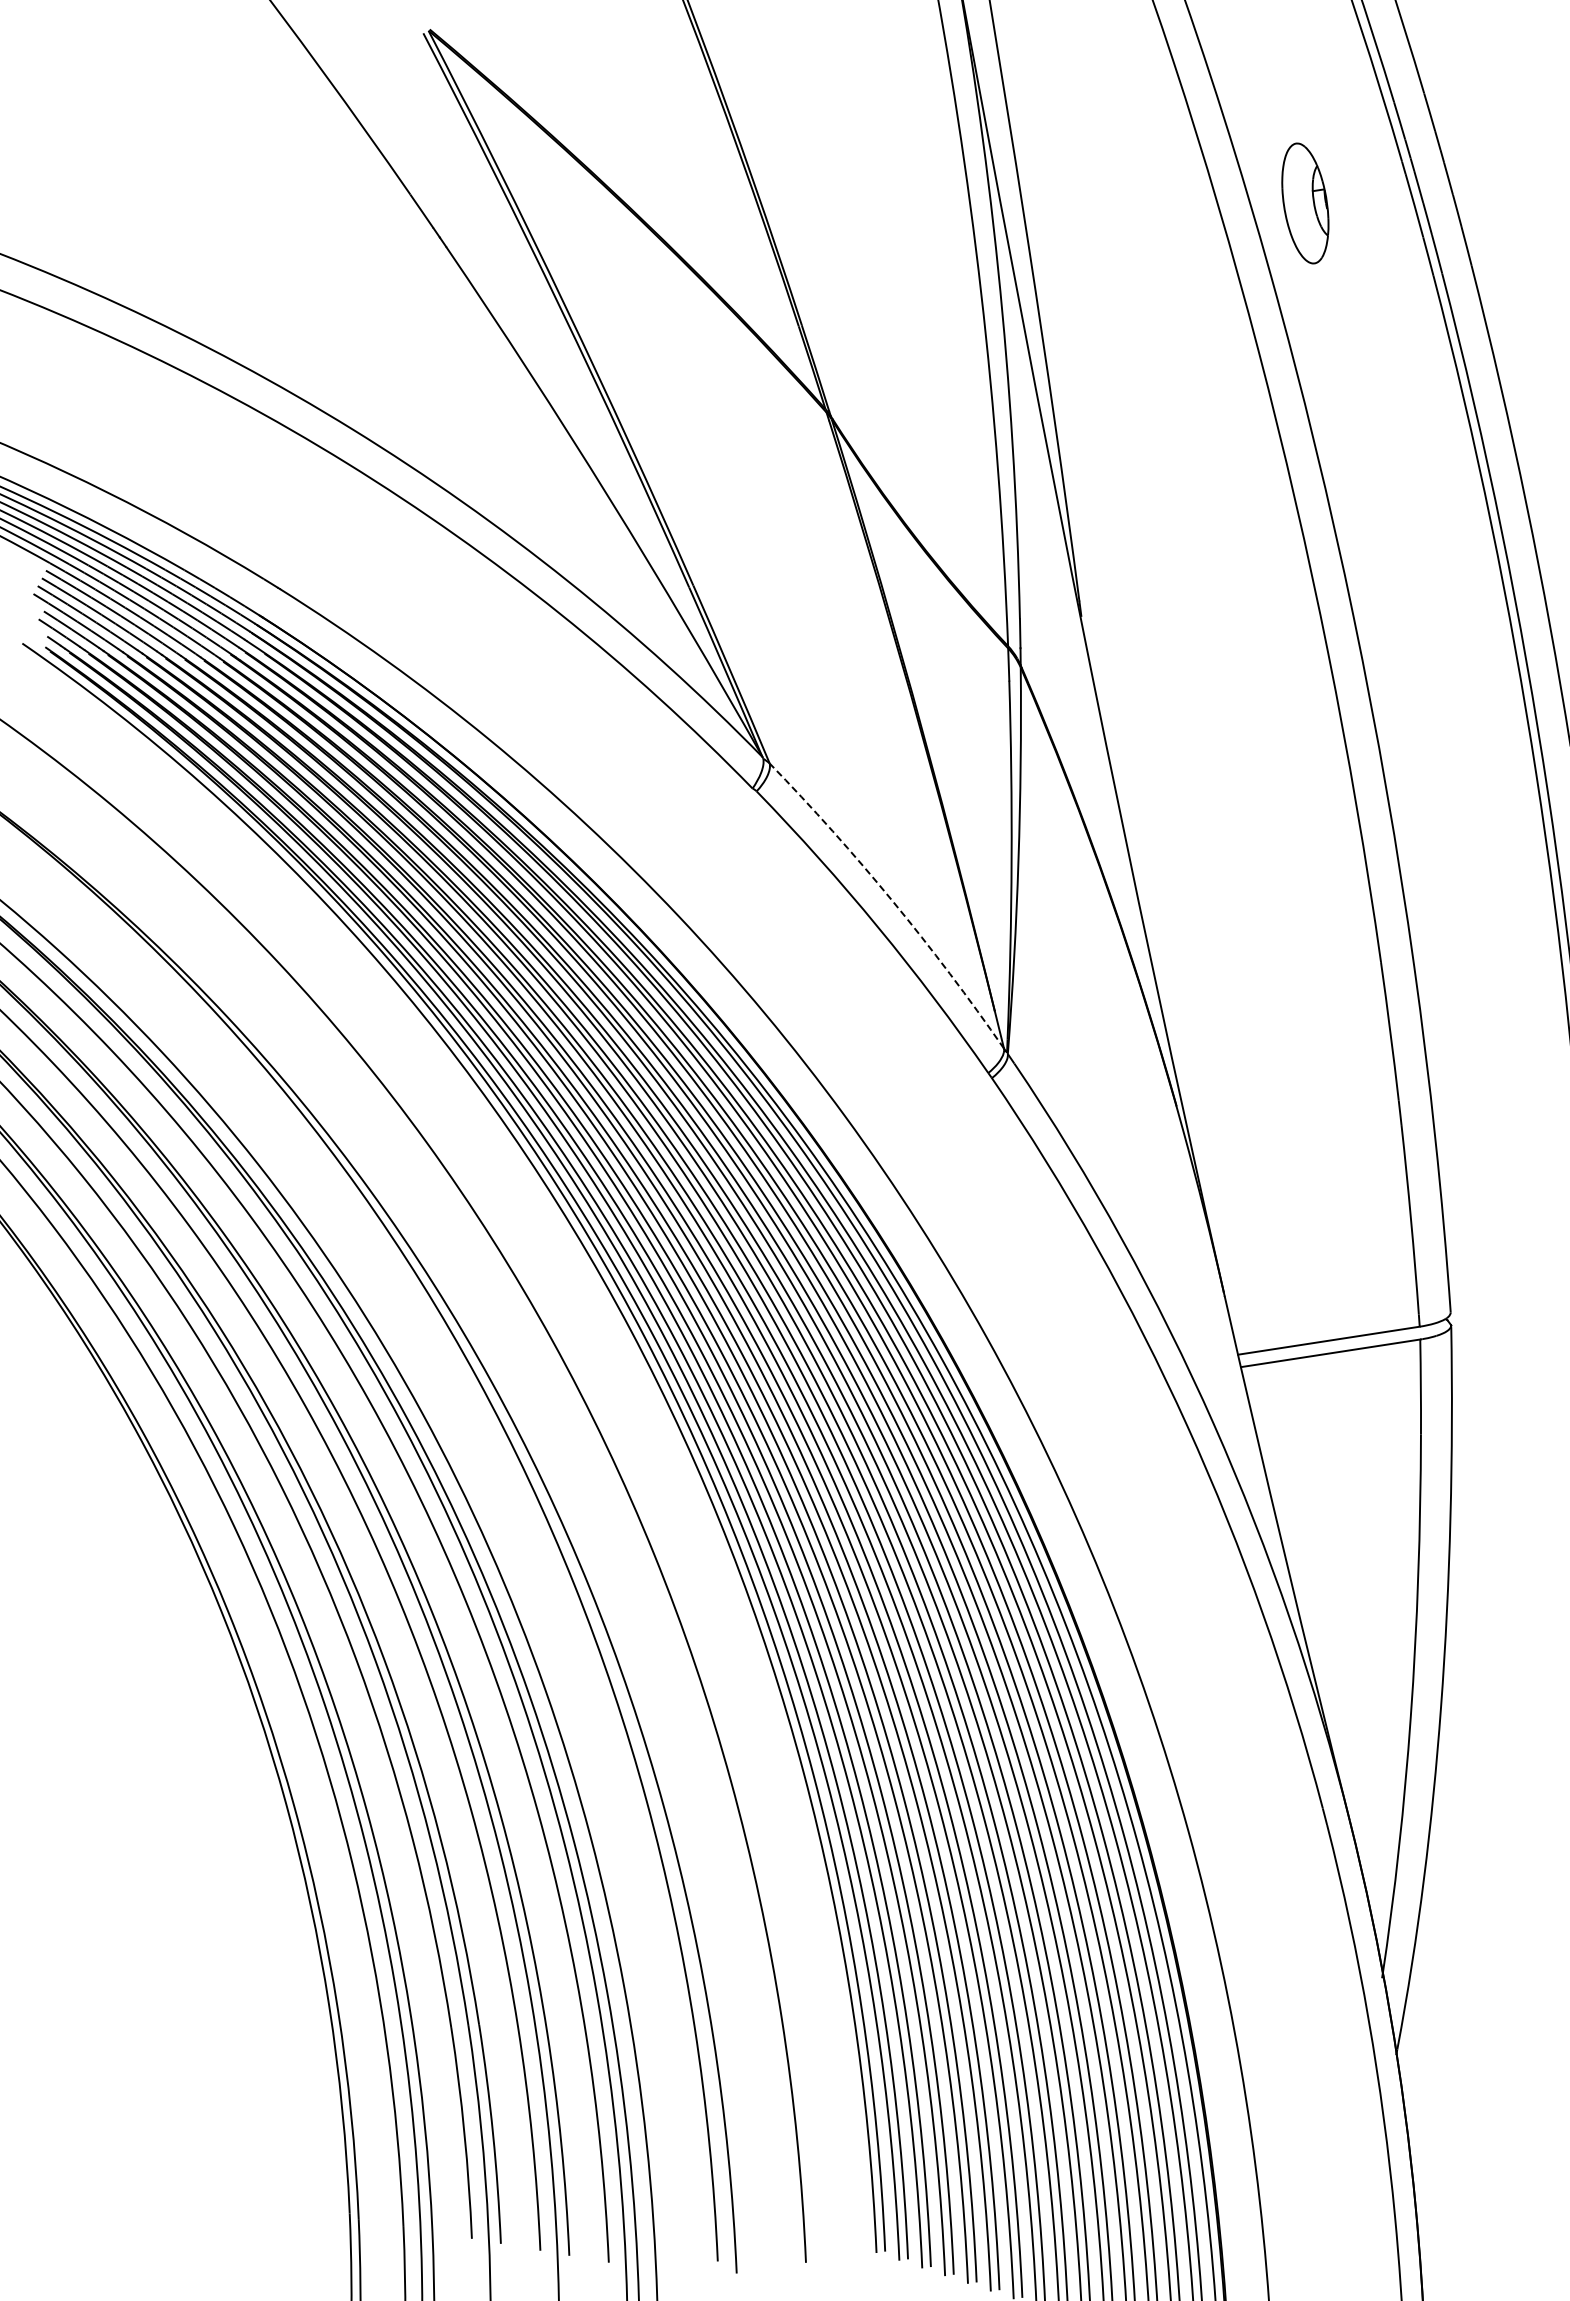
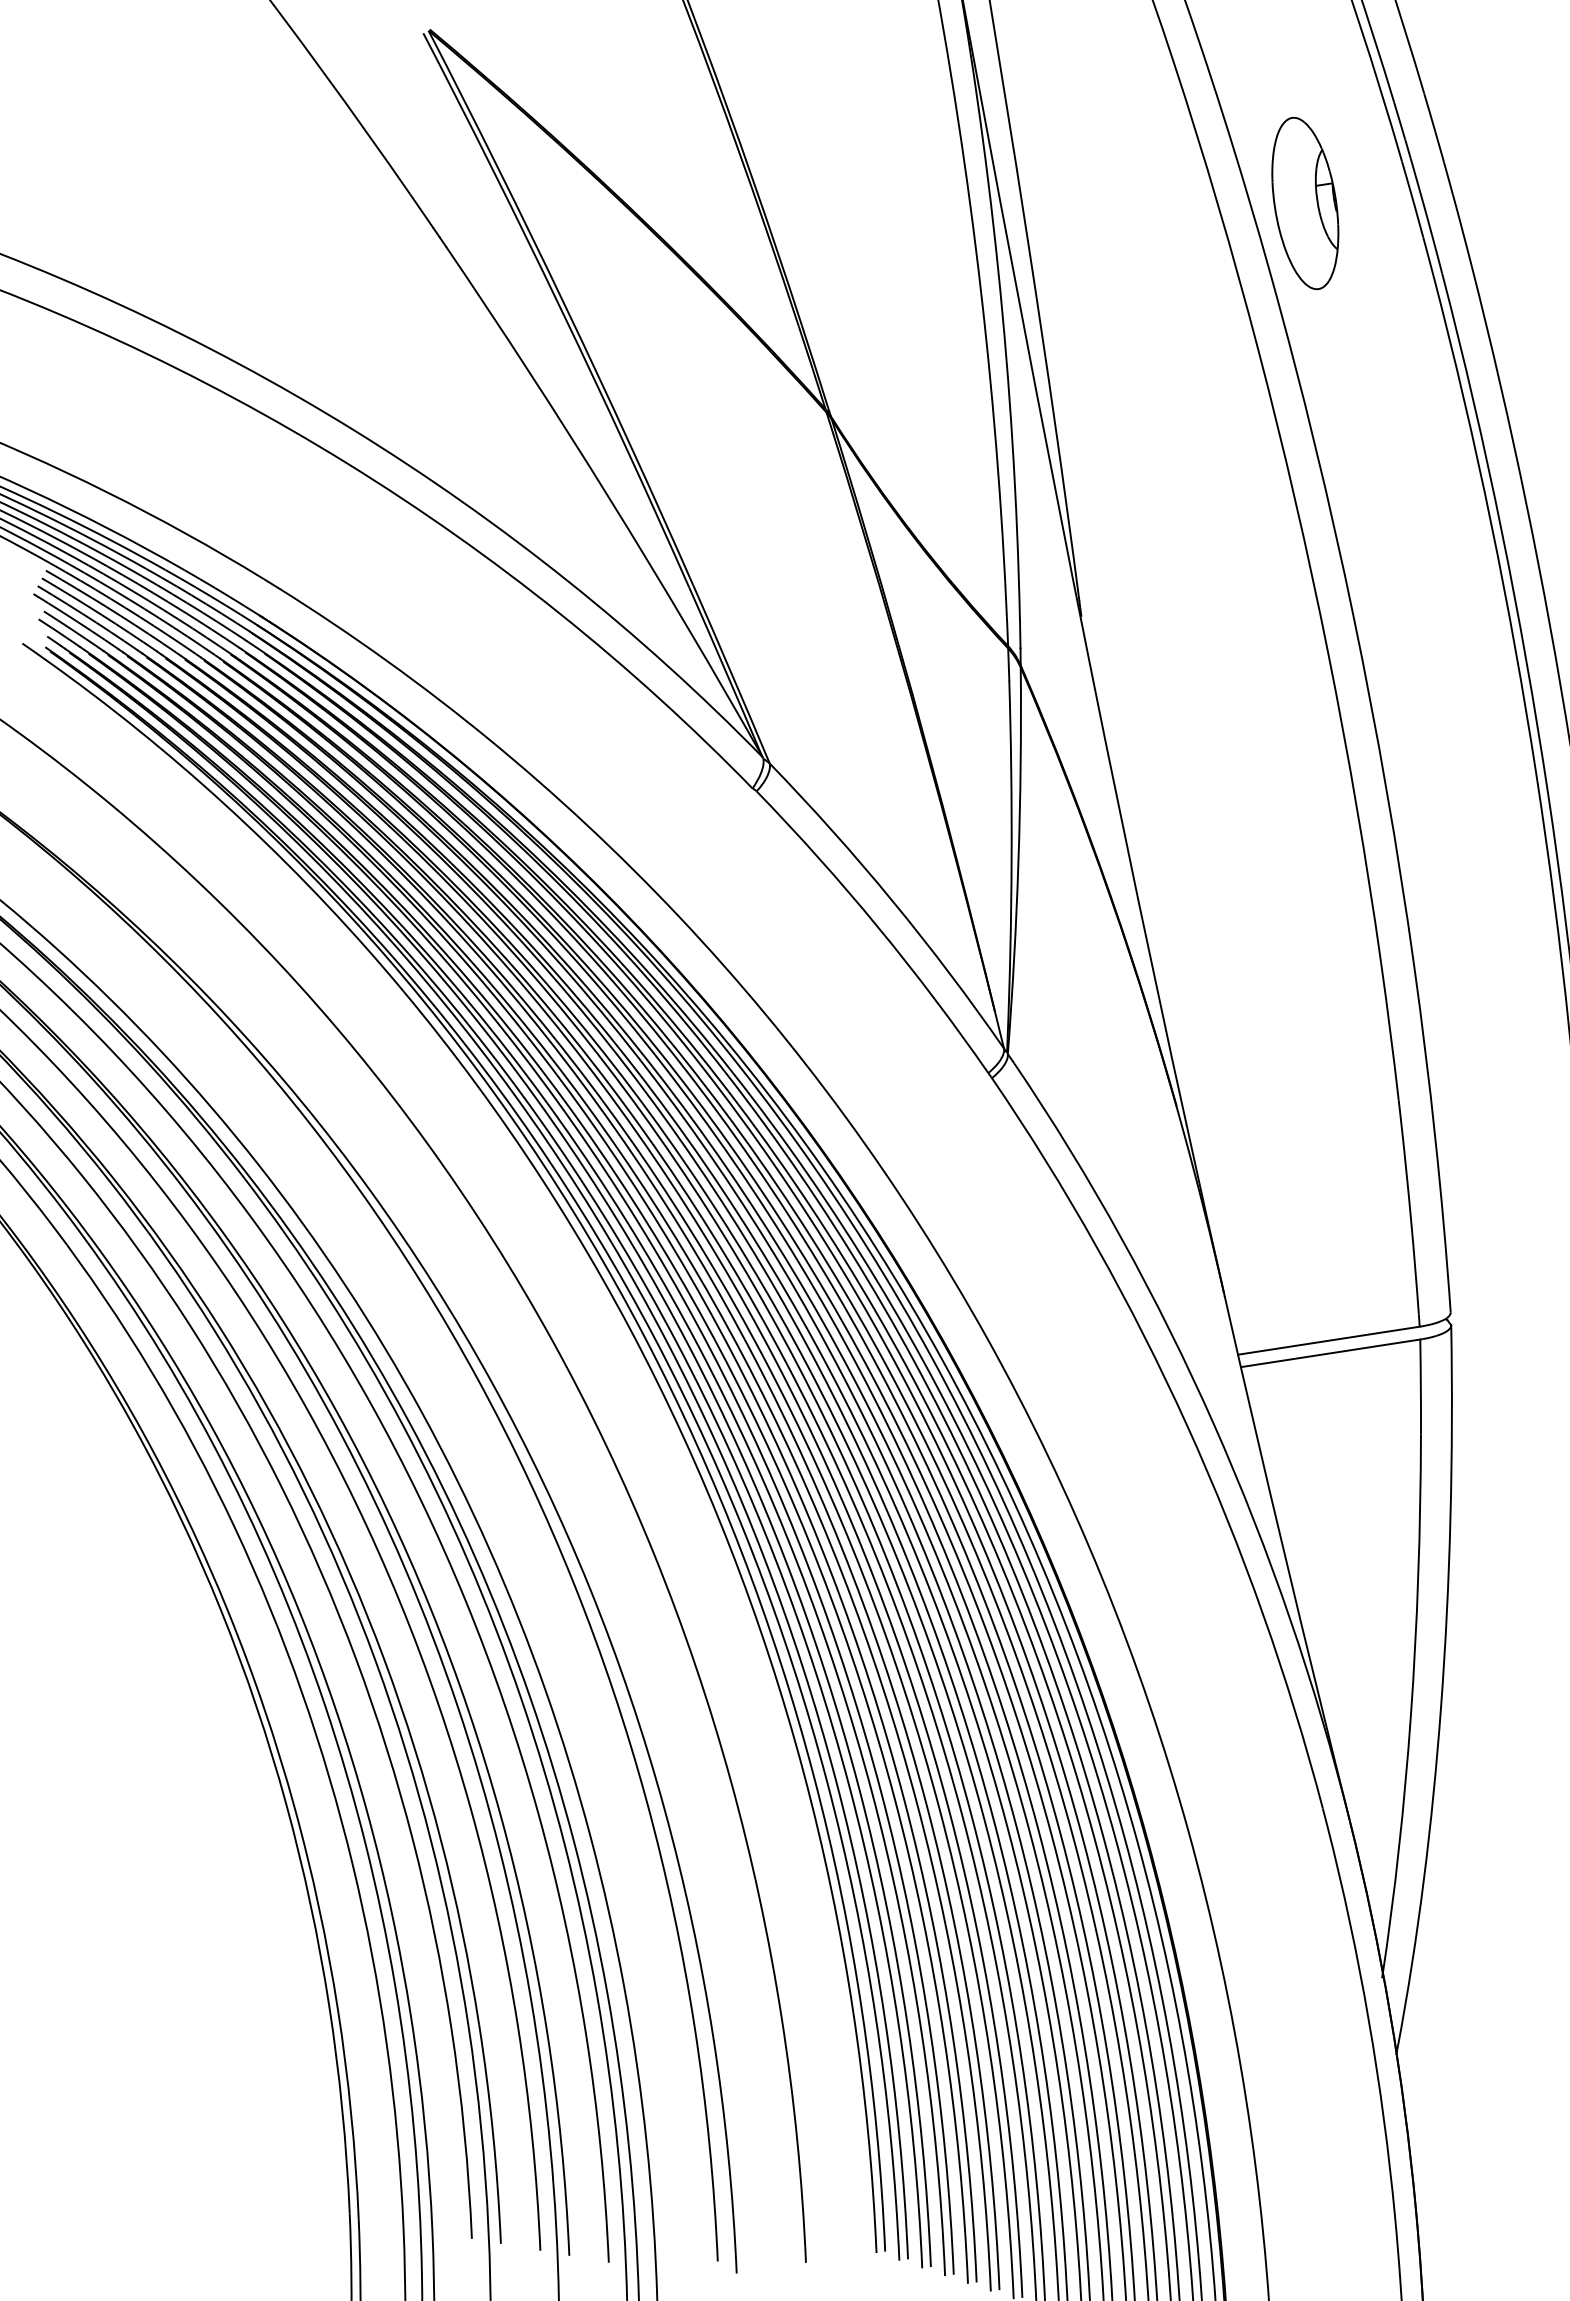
part at (1305, 203) size: 49x123 px -> 69x175 px
arc at (892, 901): dashed -> solid
